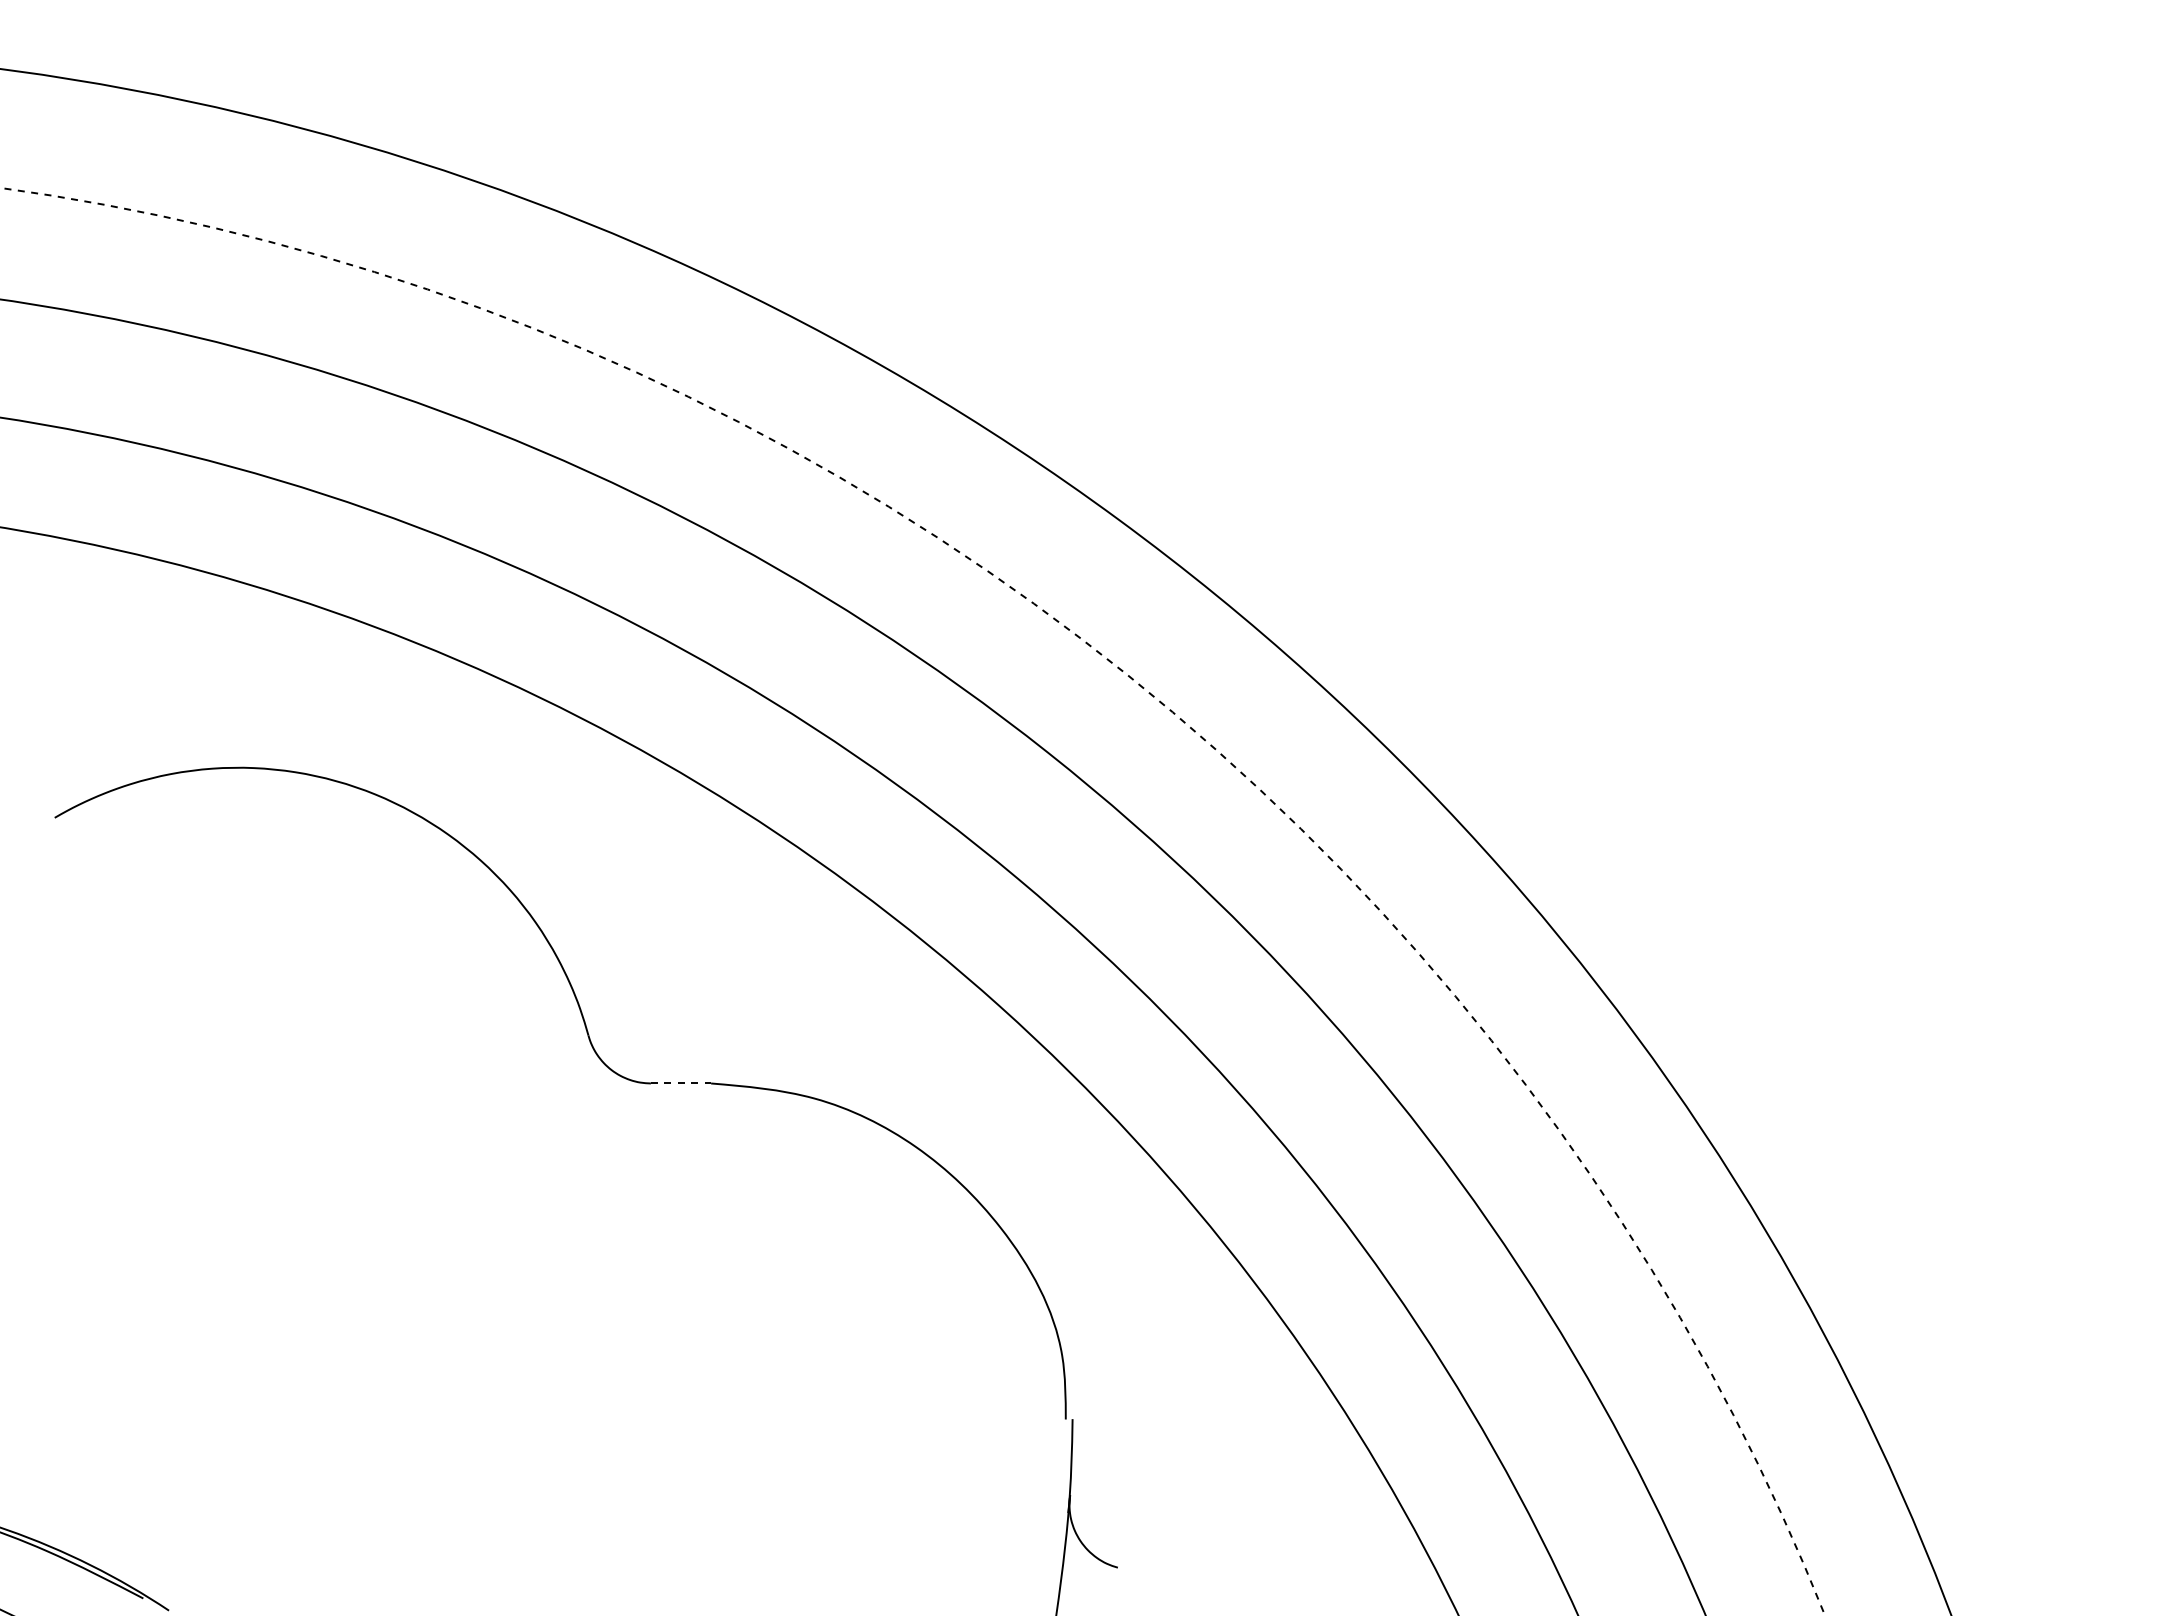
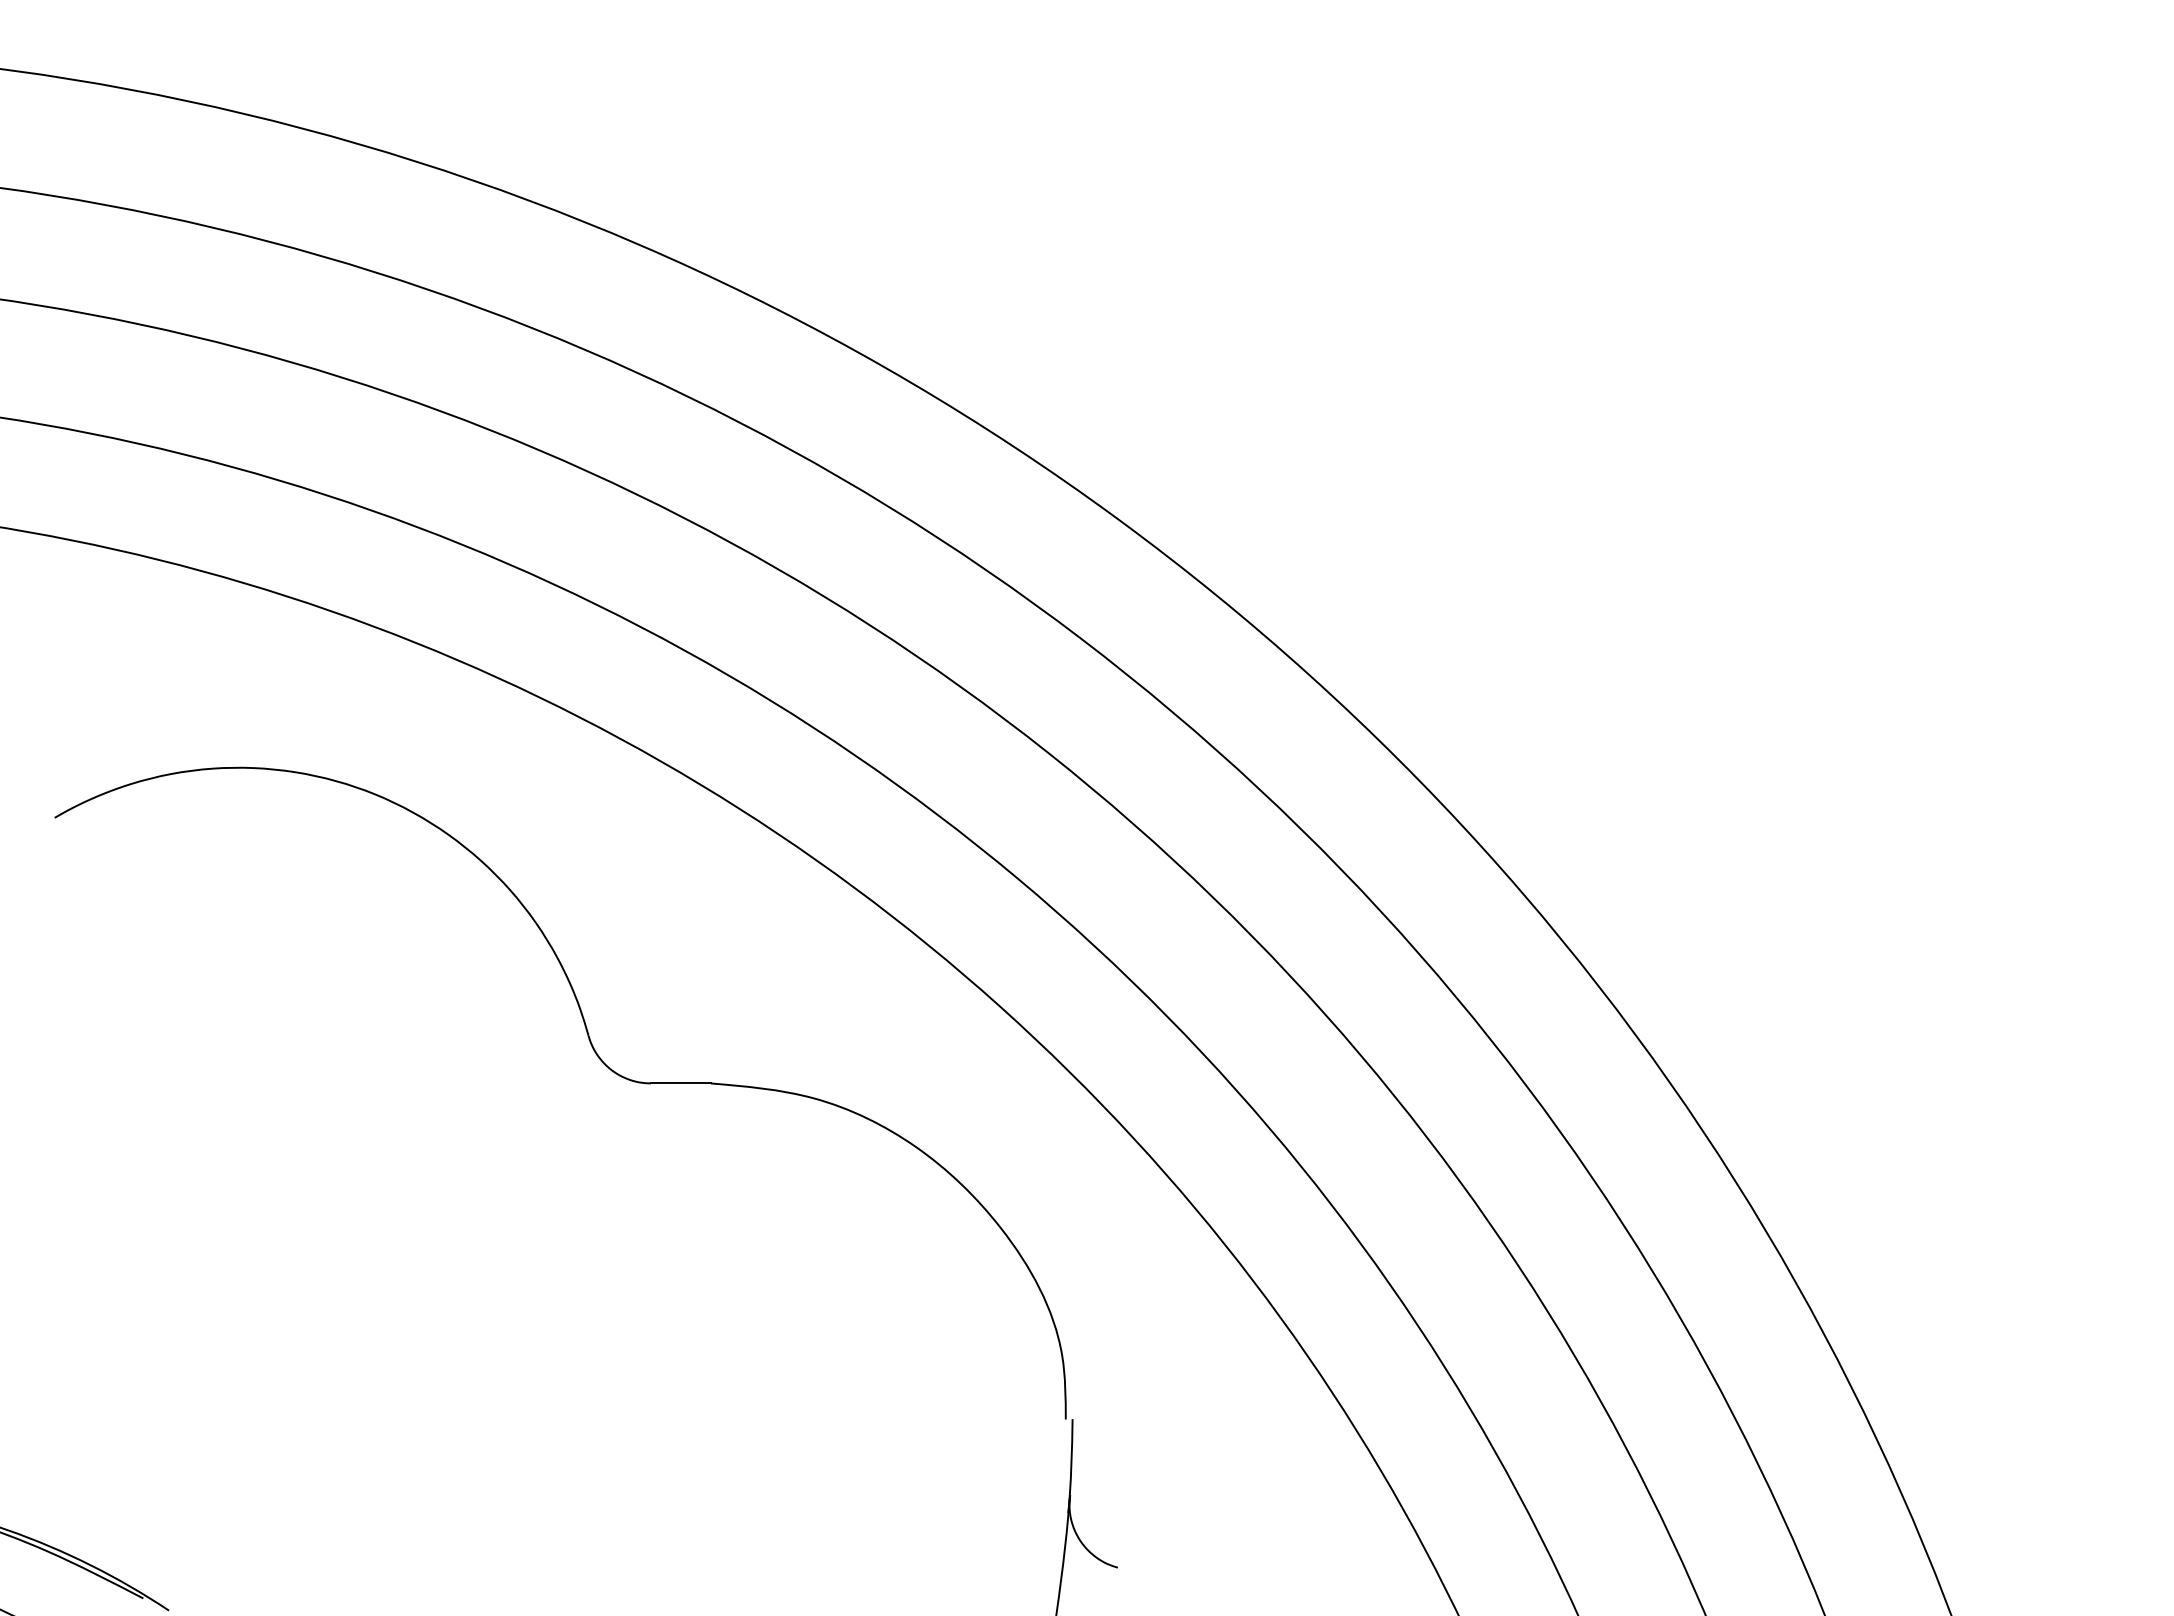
arc at (1104, 656): dashed -> solid
line at (681, 1083): dashed -> solid
